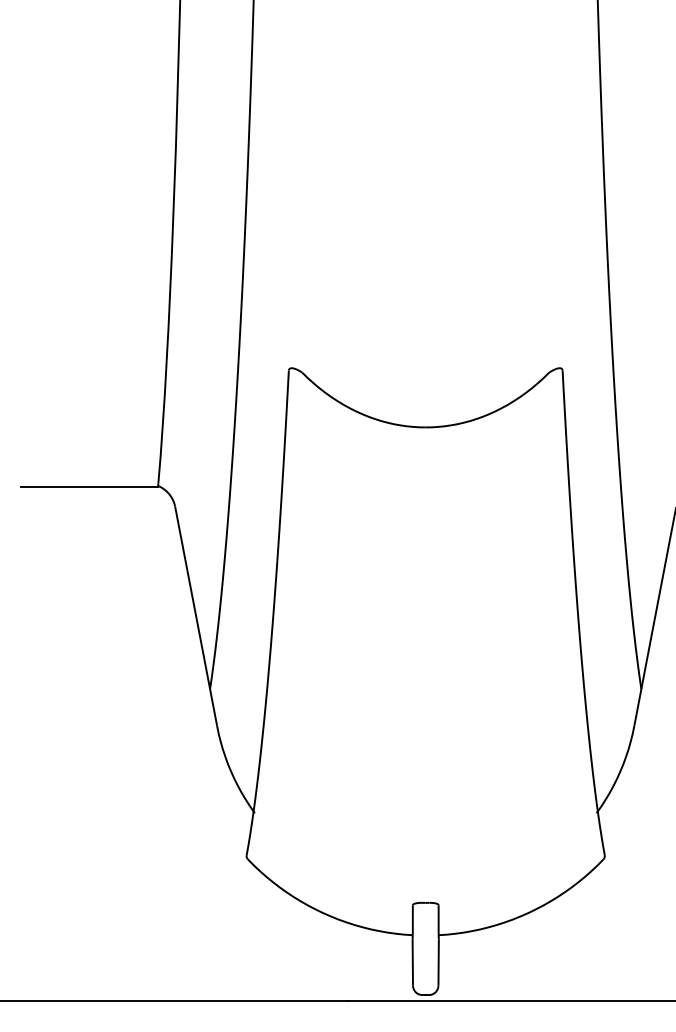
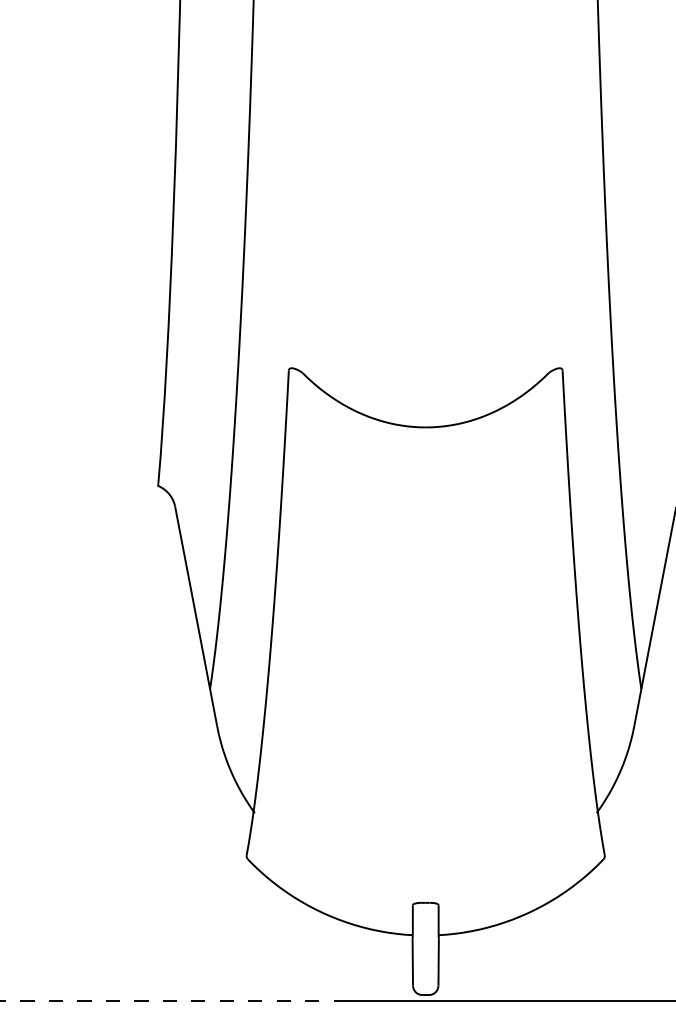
line at (89, 486): present -> none
line at (173, 1001): solid -> dashed
